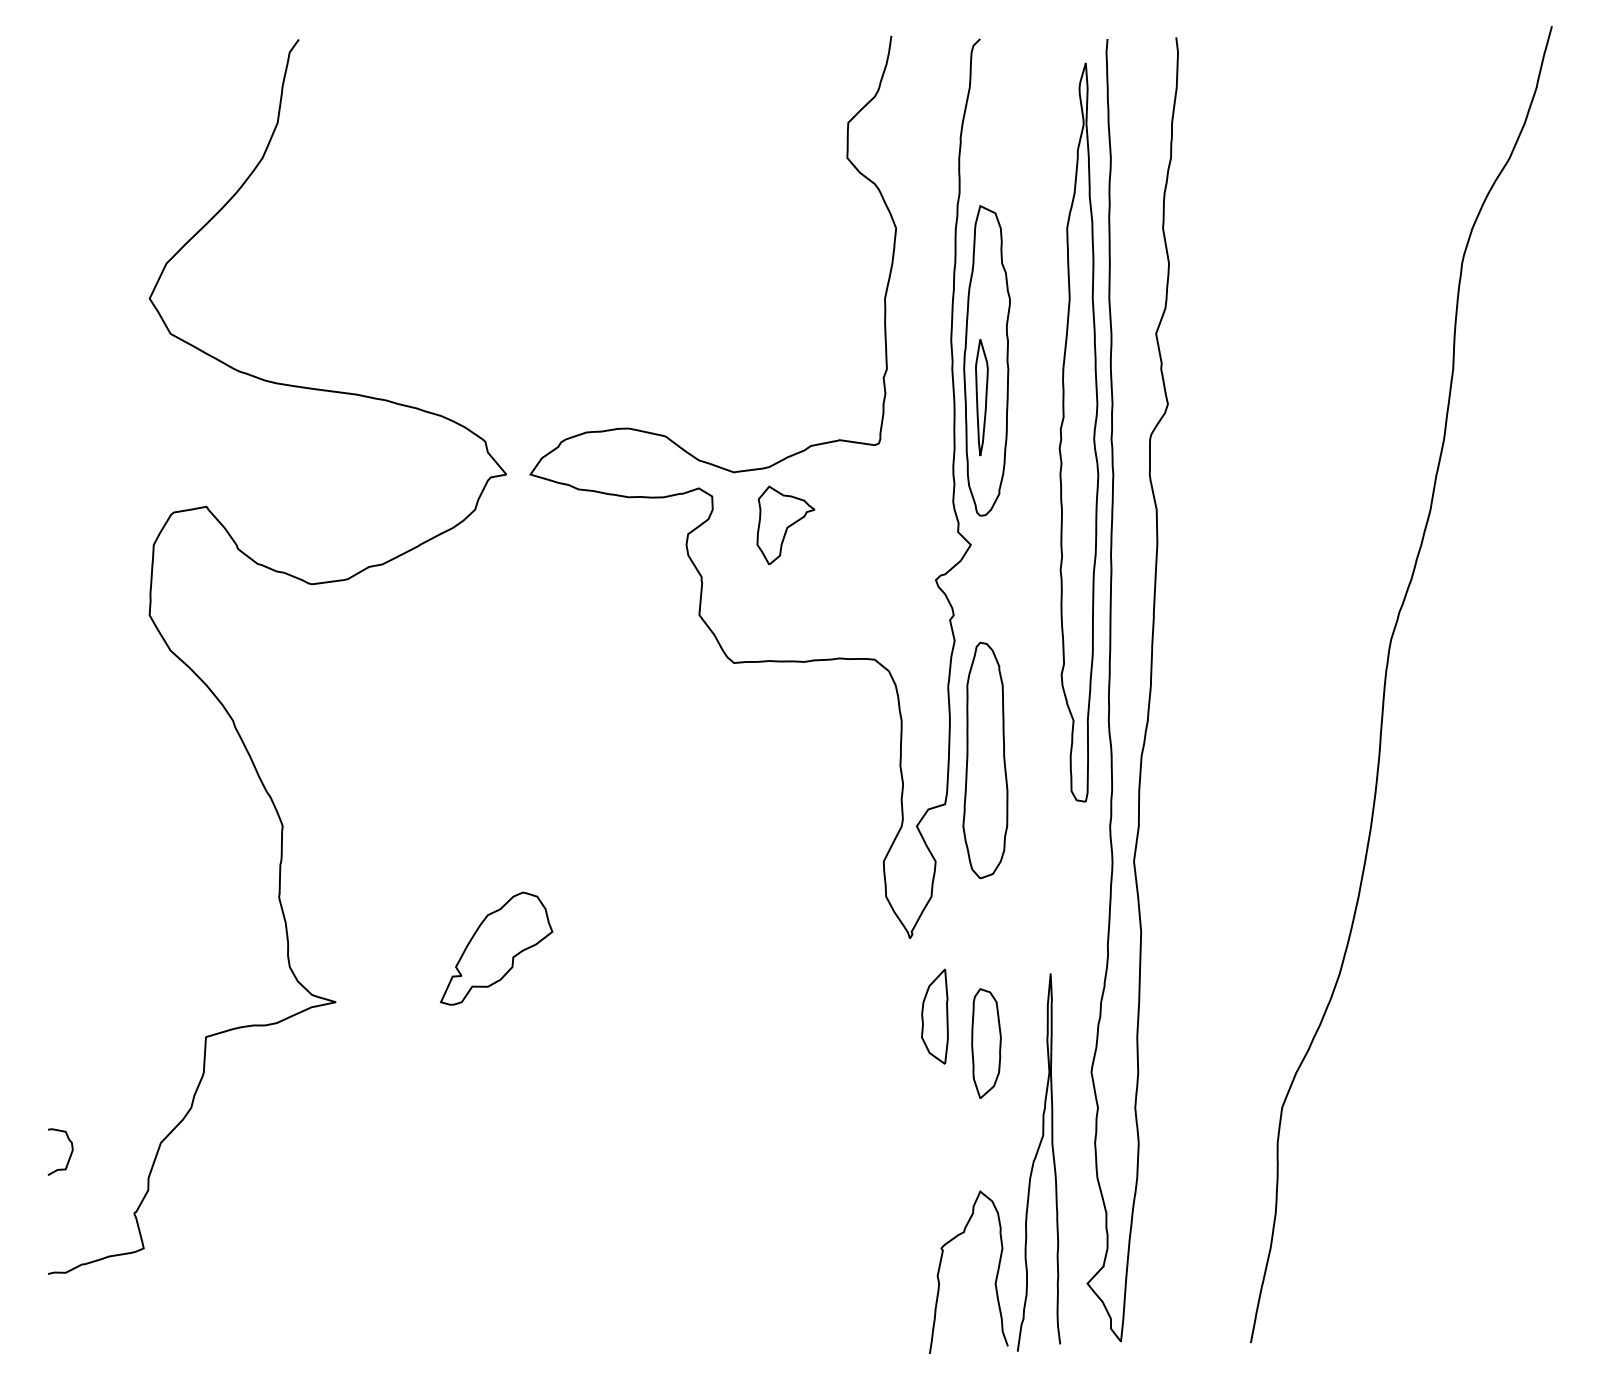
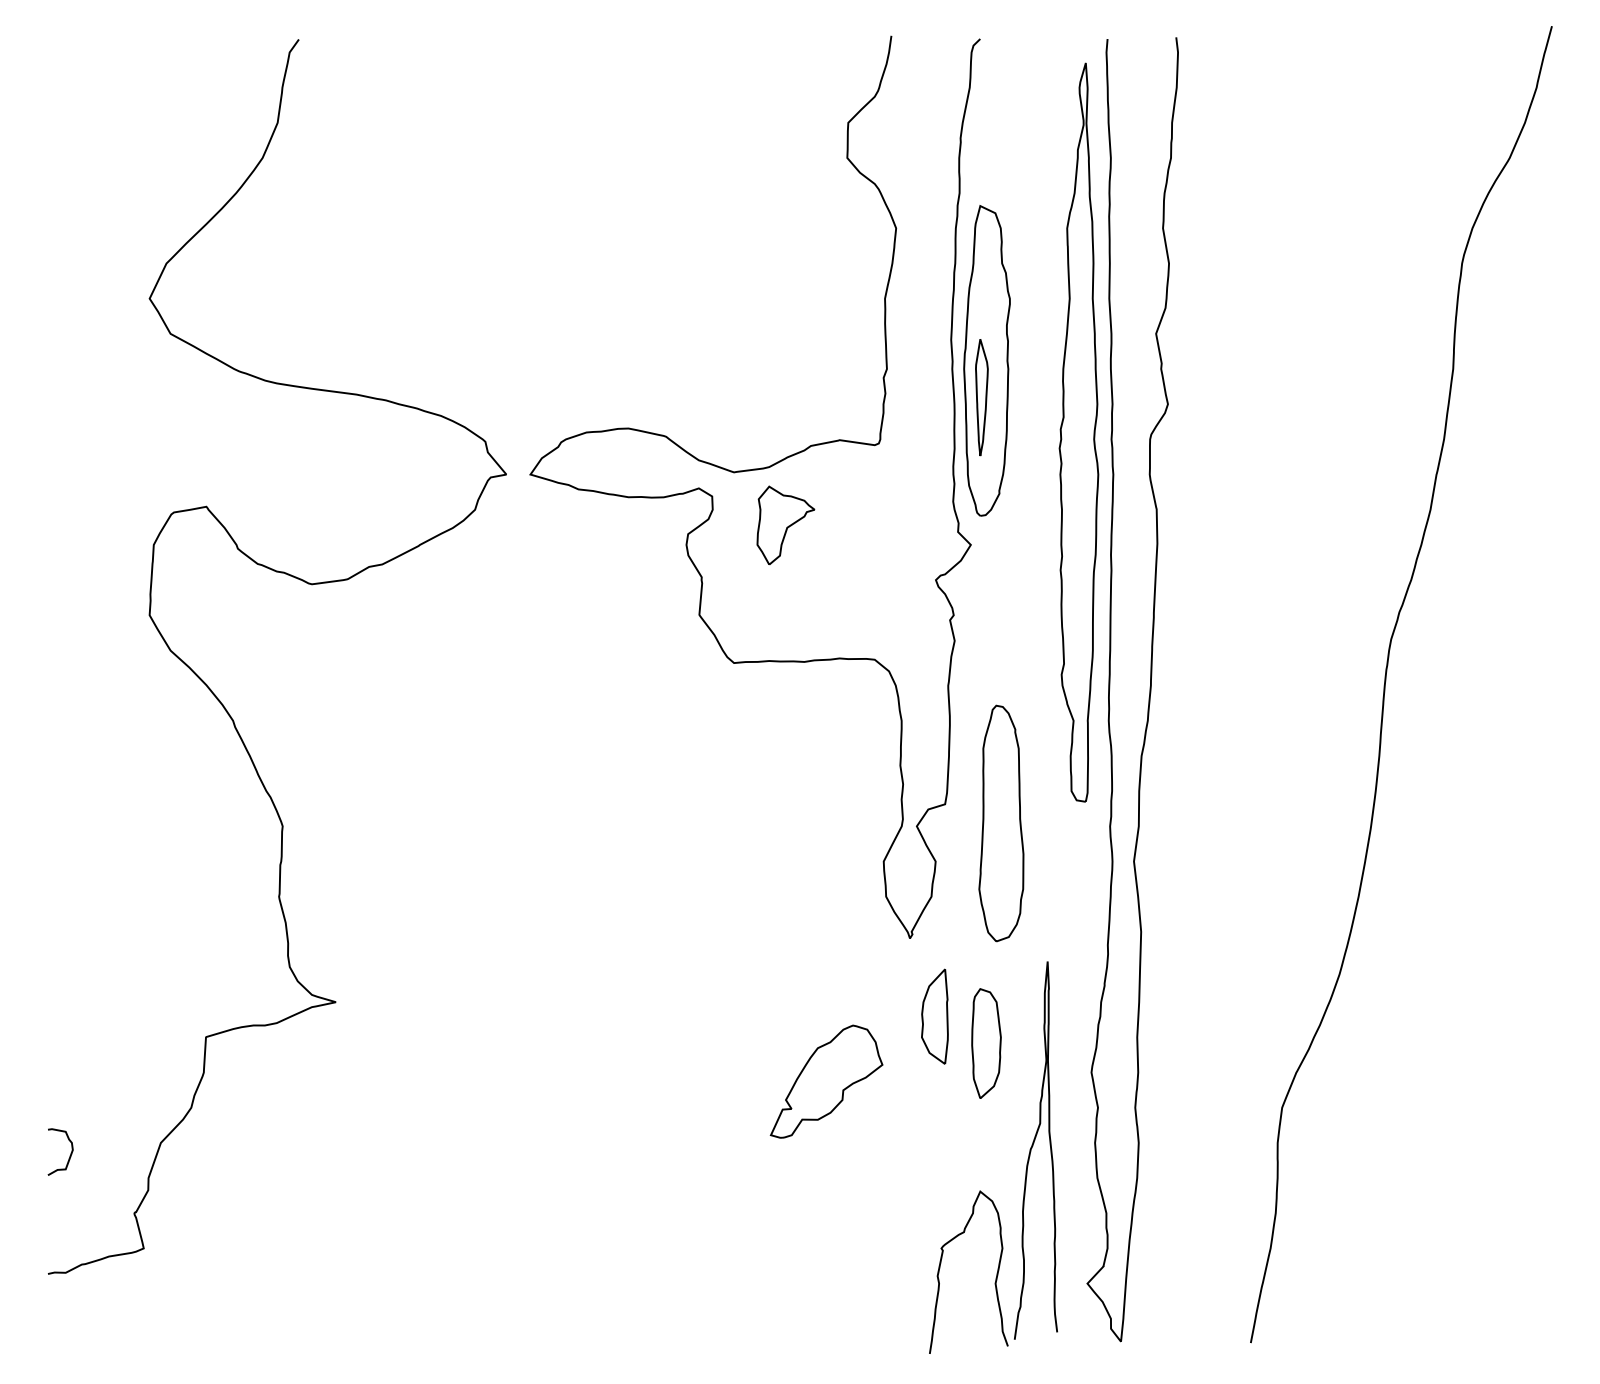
part at (985, 760) position: (985, 760) -> (1001, 823)
part at (496, 948) position: (496, 948) -> (826, 1081)
curve at (1035, 1160) position: (1035, 1160) -> (1032, 1148)
